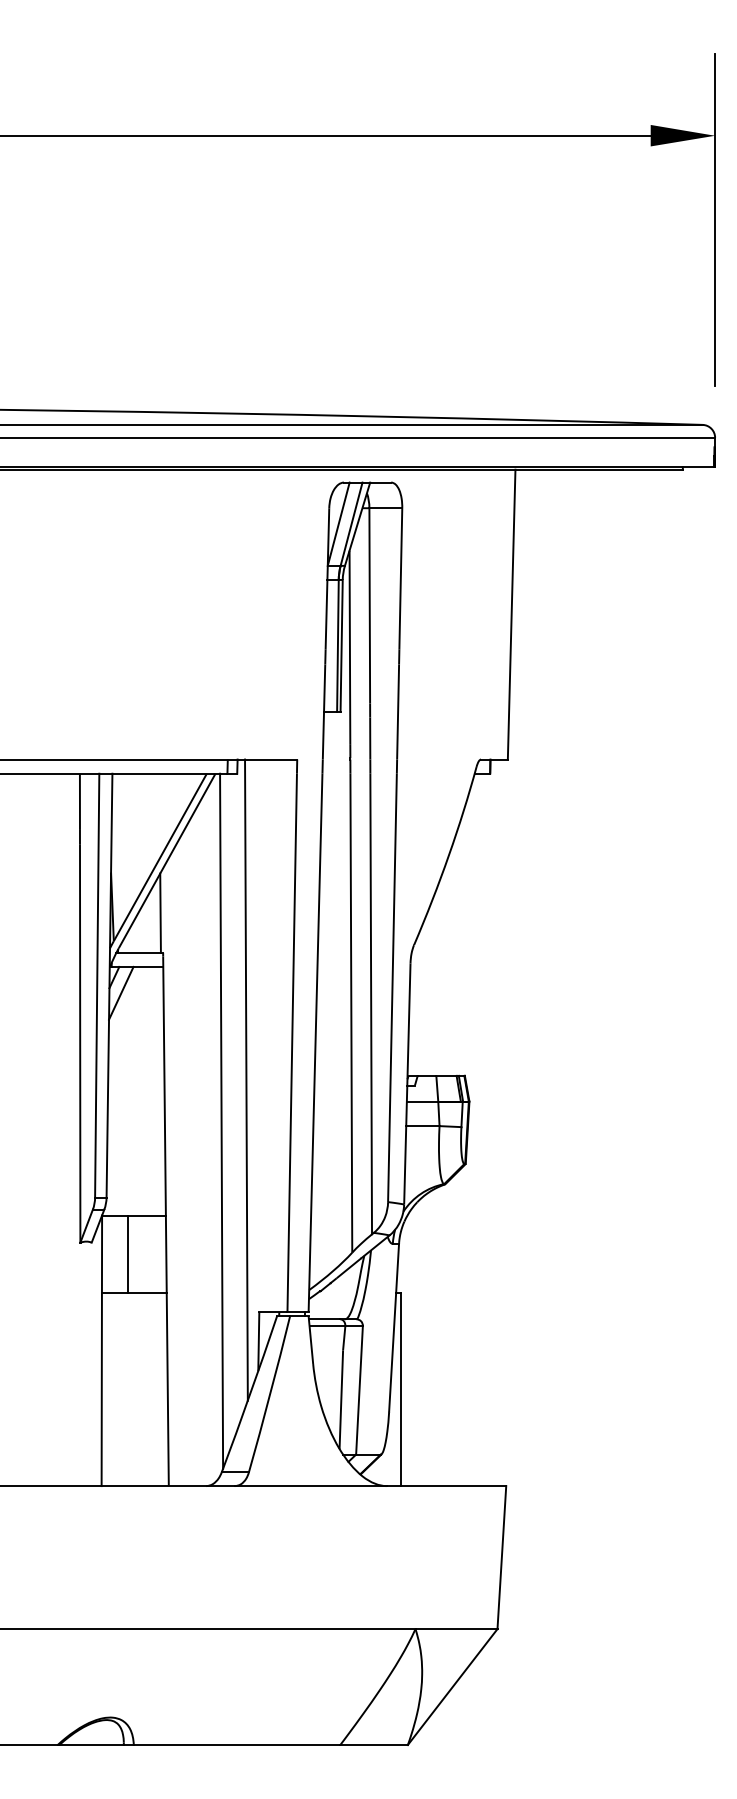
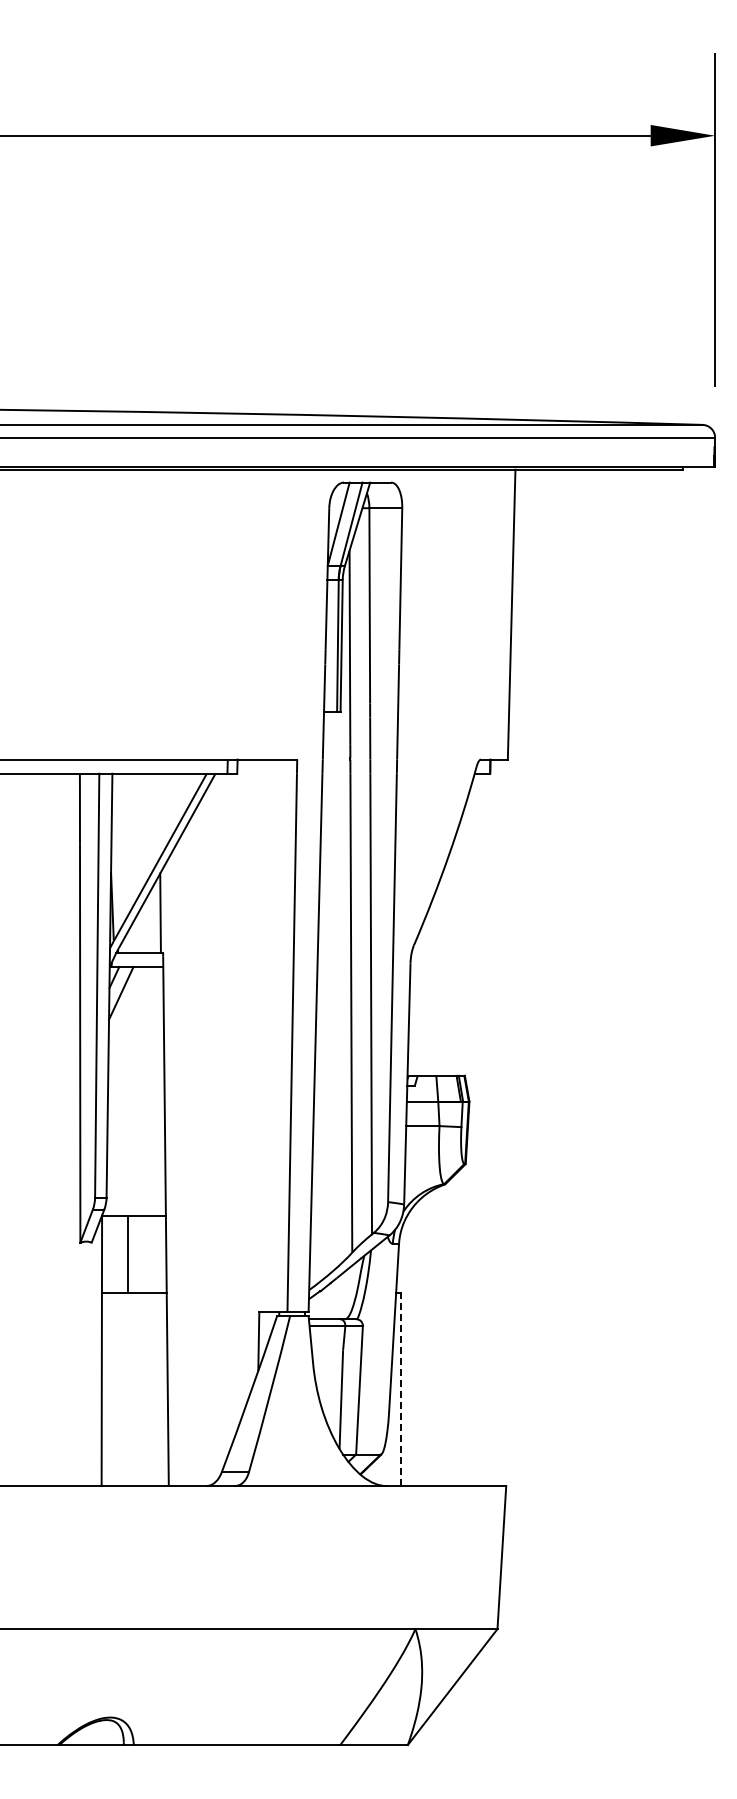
line at (246, 1079): present -> none
line at (221, 1120): present -> none
line at (401, 1389): solid -> dashed
